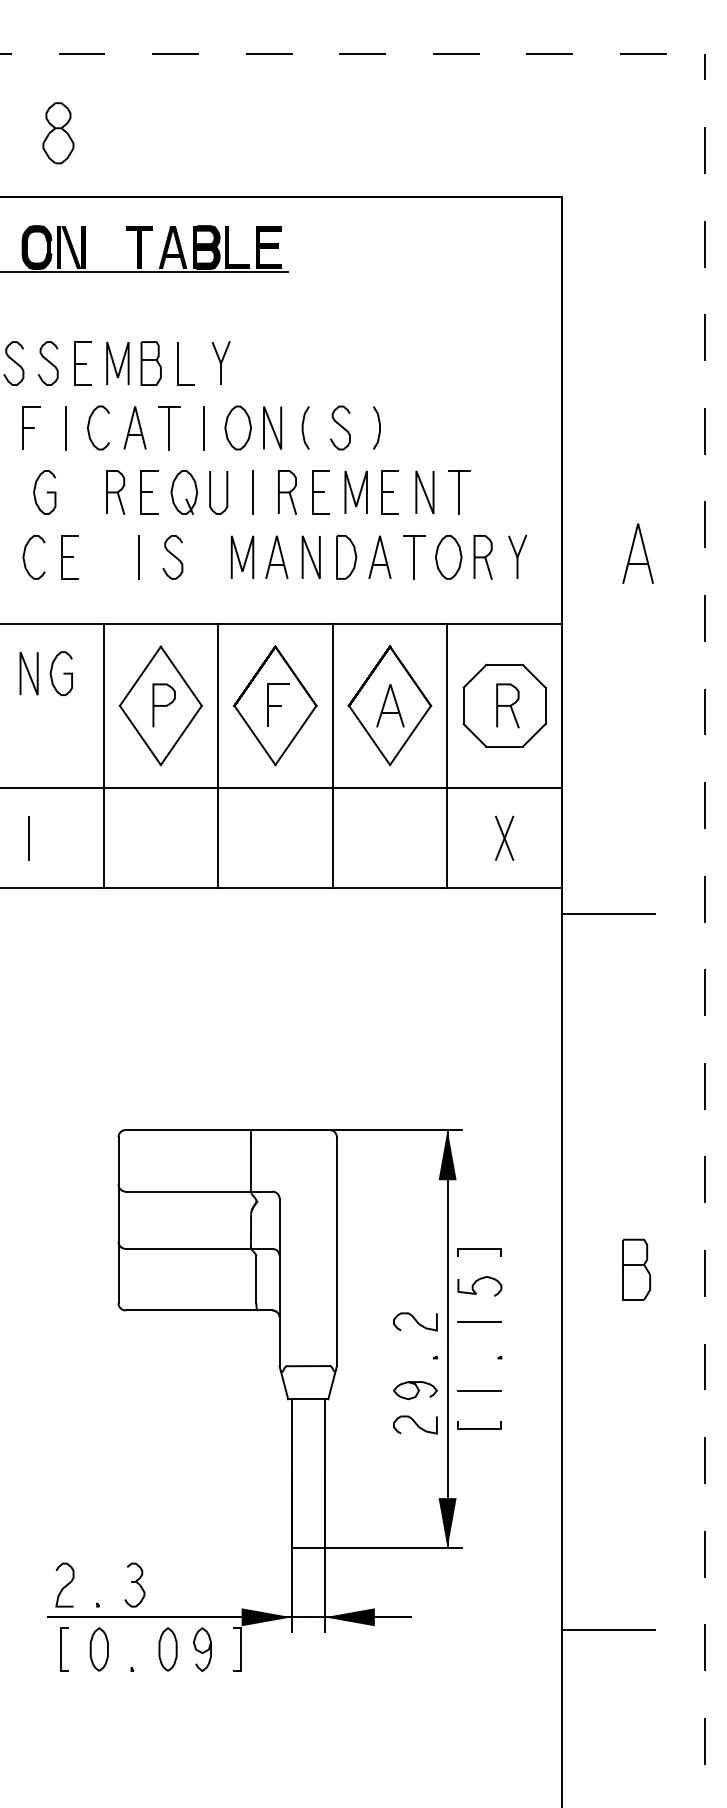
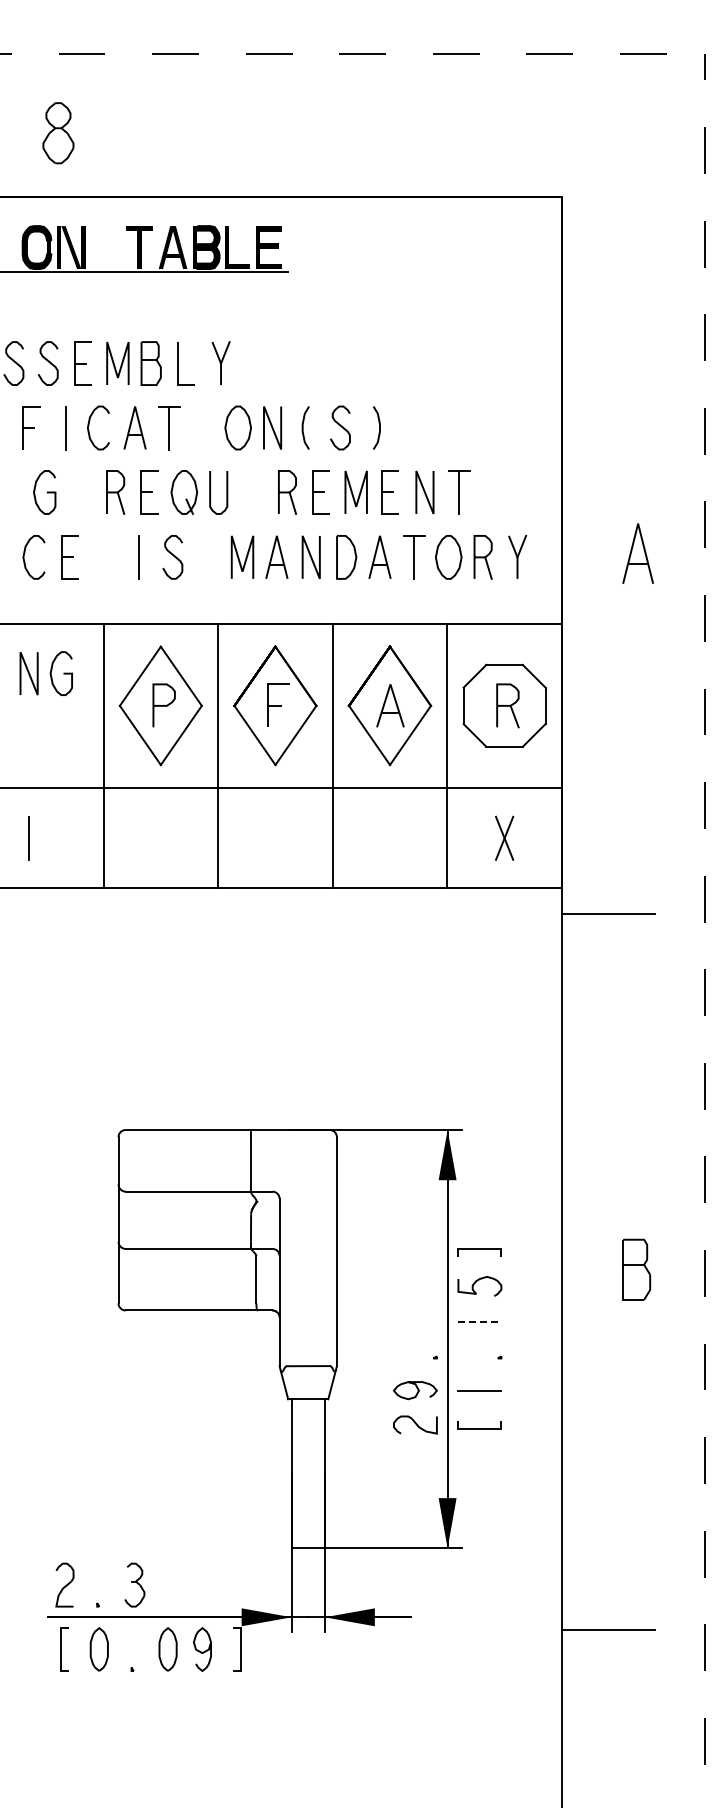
line at (203, 427): present -> none
line at (253, 491): present -> none
part at (415, 1321): present -> none
line at (480, 1321): solid -> dashed
